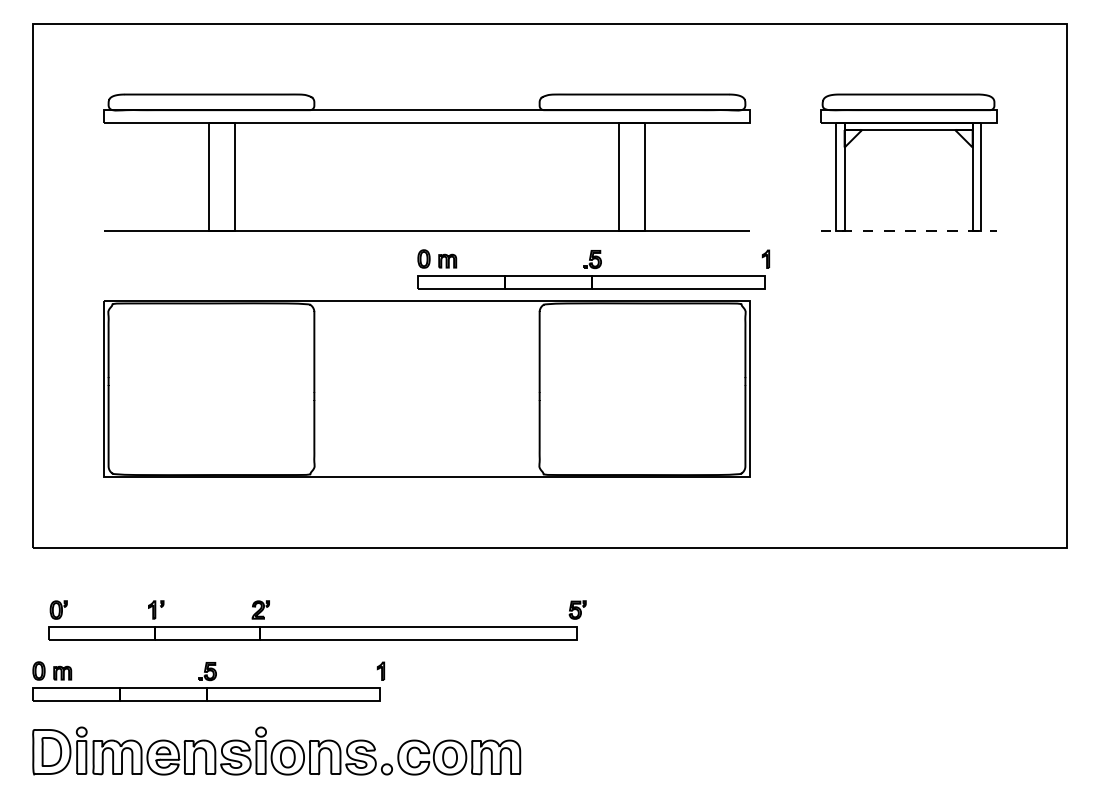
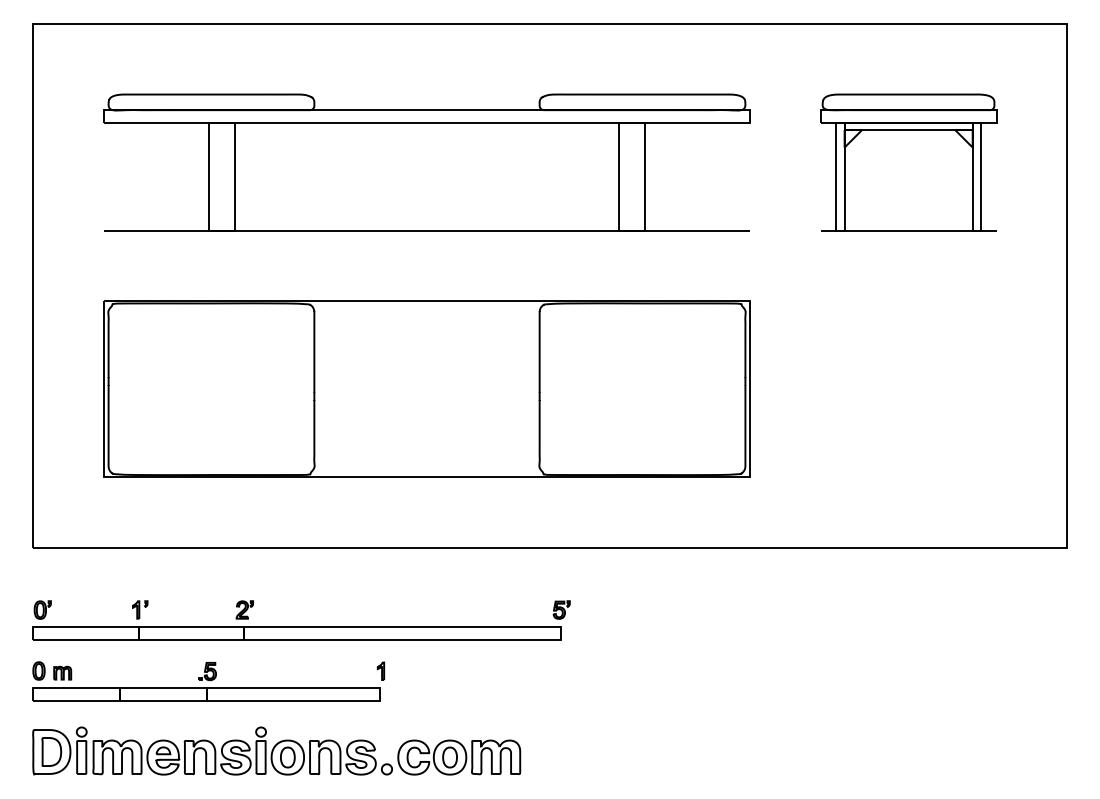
line at (908, 230): dashed -> solid
part at (593, 269): present -> none
part at (317, 620) position: (317, 620) -> (301, 620)
